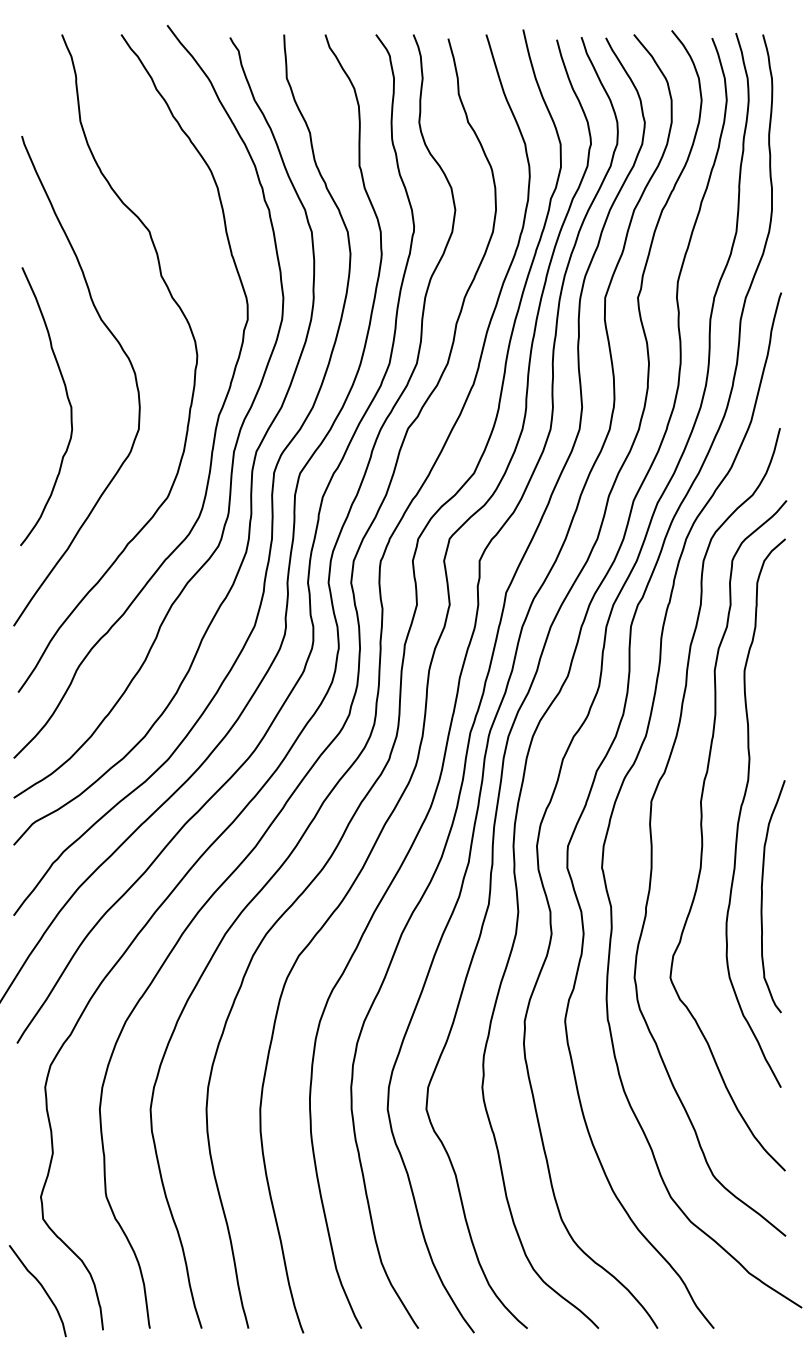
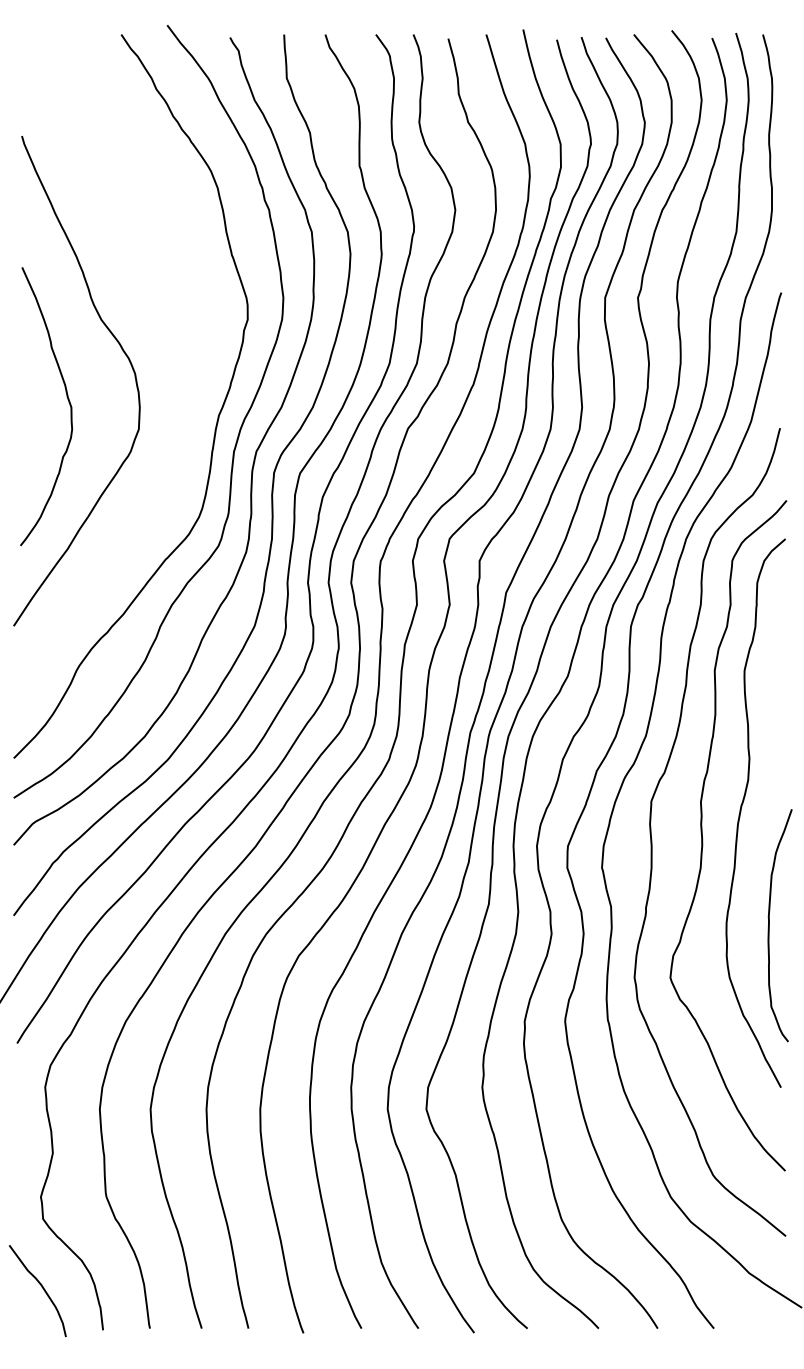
curve at (194, 368): present -> none
curve at (762, 896) position: (762, 896) -> (769, 925)
